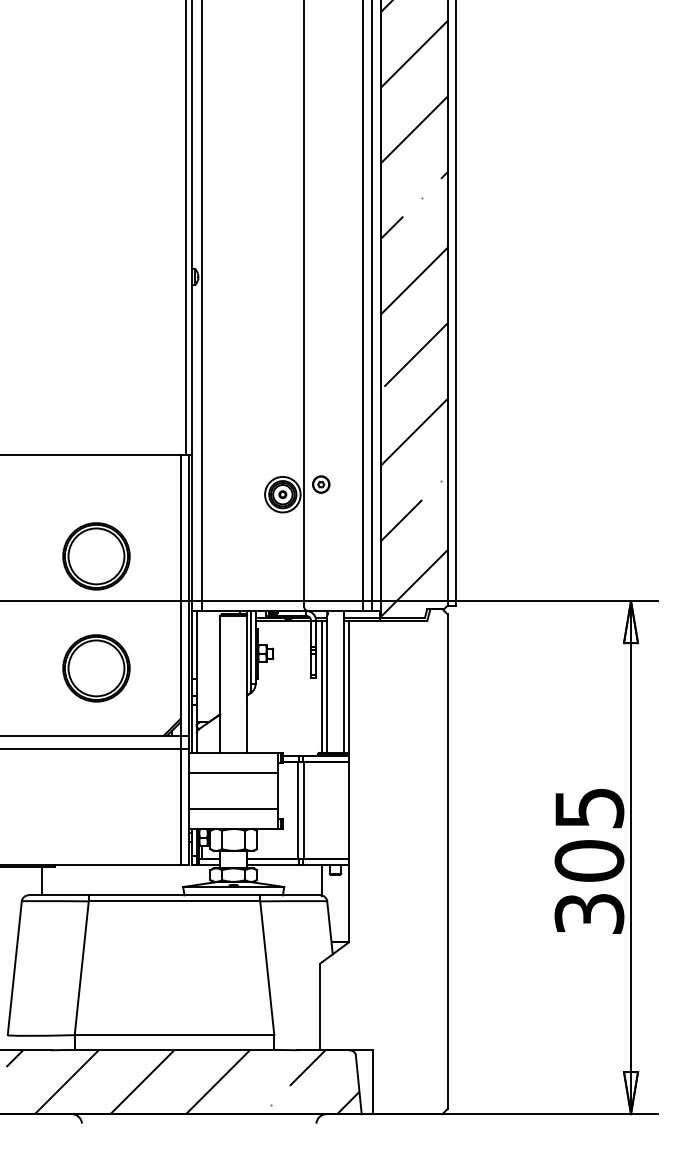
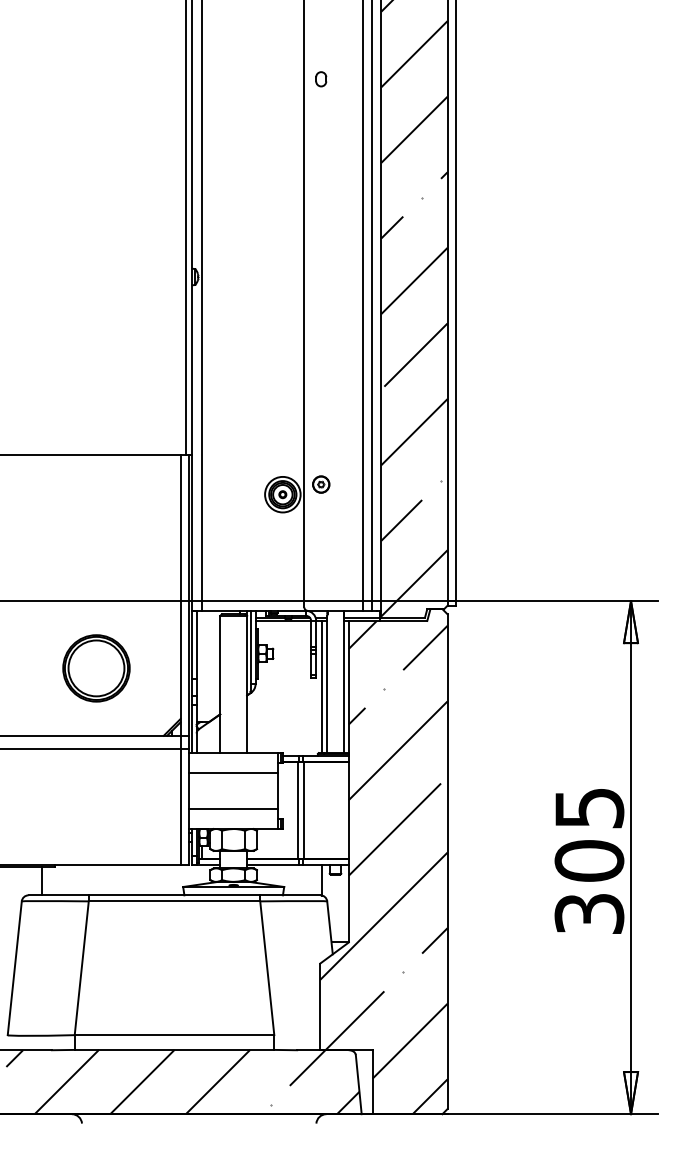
part at (321, 79): none -> present
part at (96, 556): present -> none
hatch at (383, 867): none -> present
